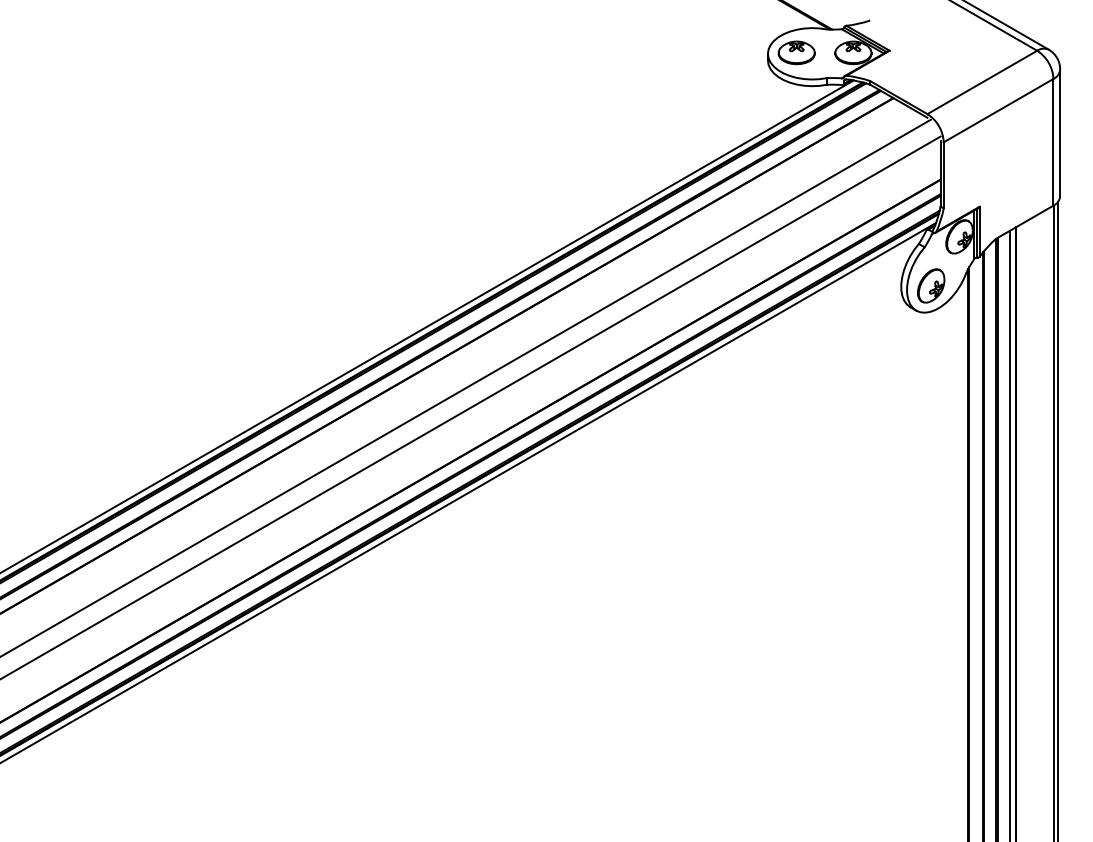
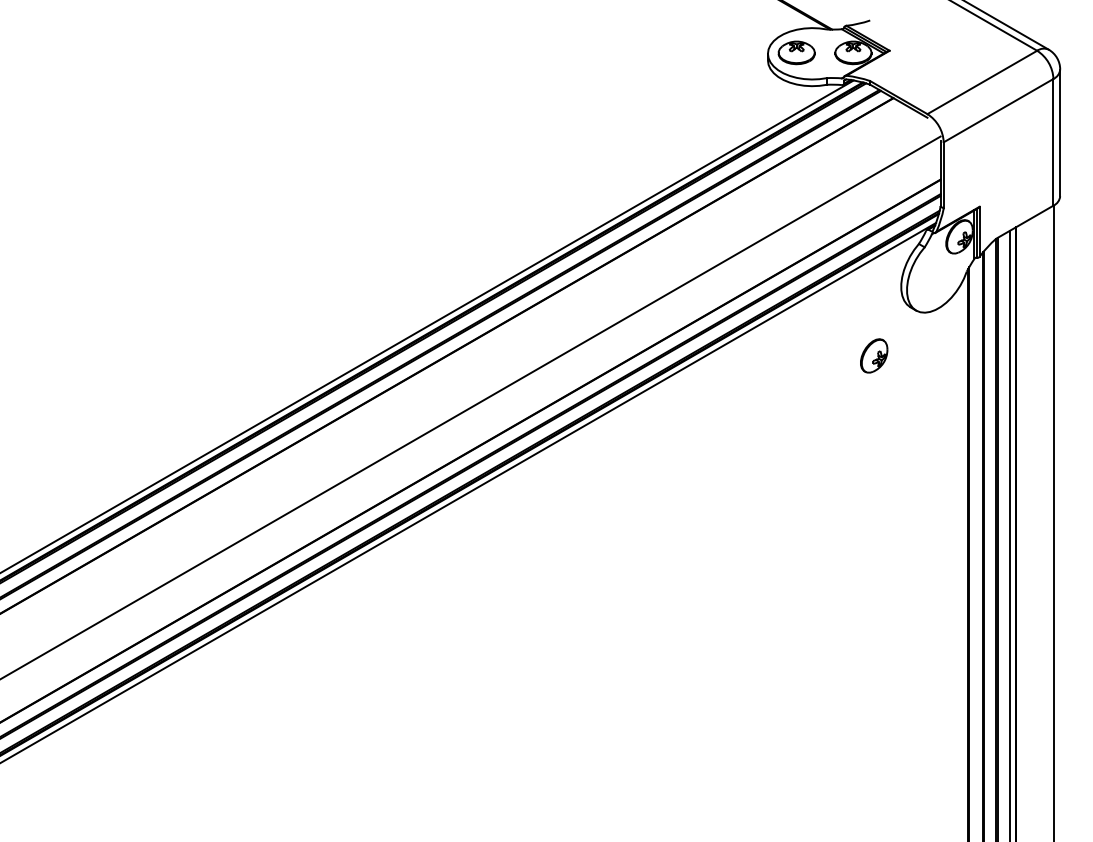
part at (931, 285) position: (931, 285) -> (874, 355)
line at (466, 387): present -> none
line at (1057, 520): present -> none
